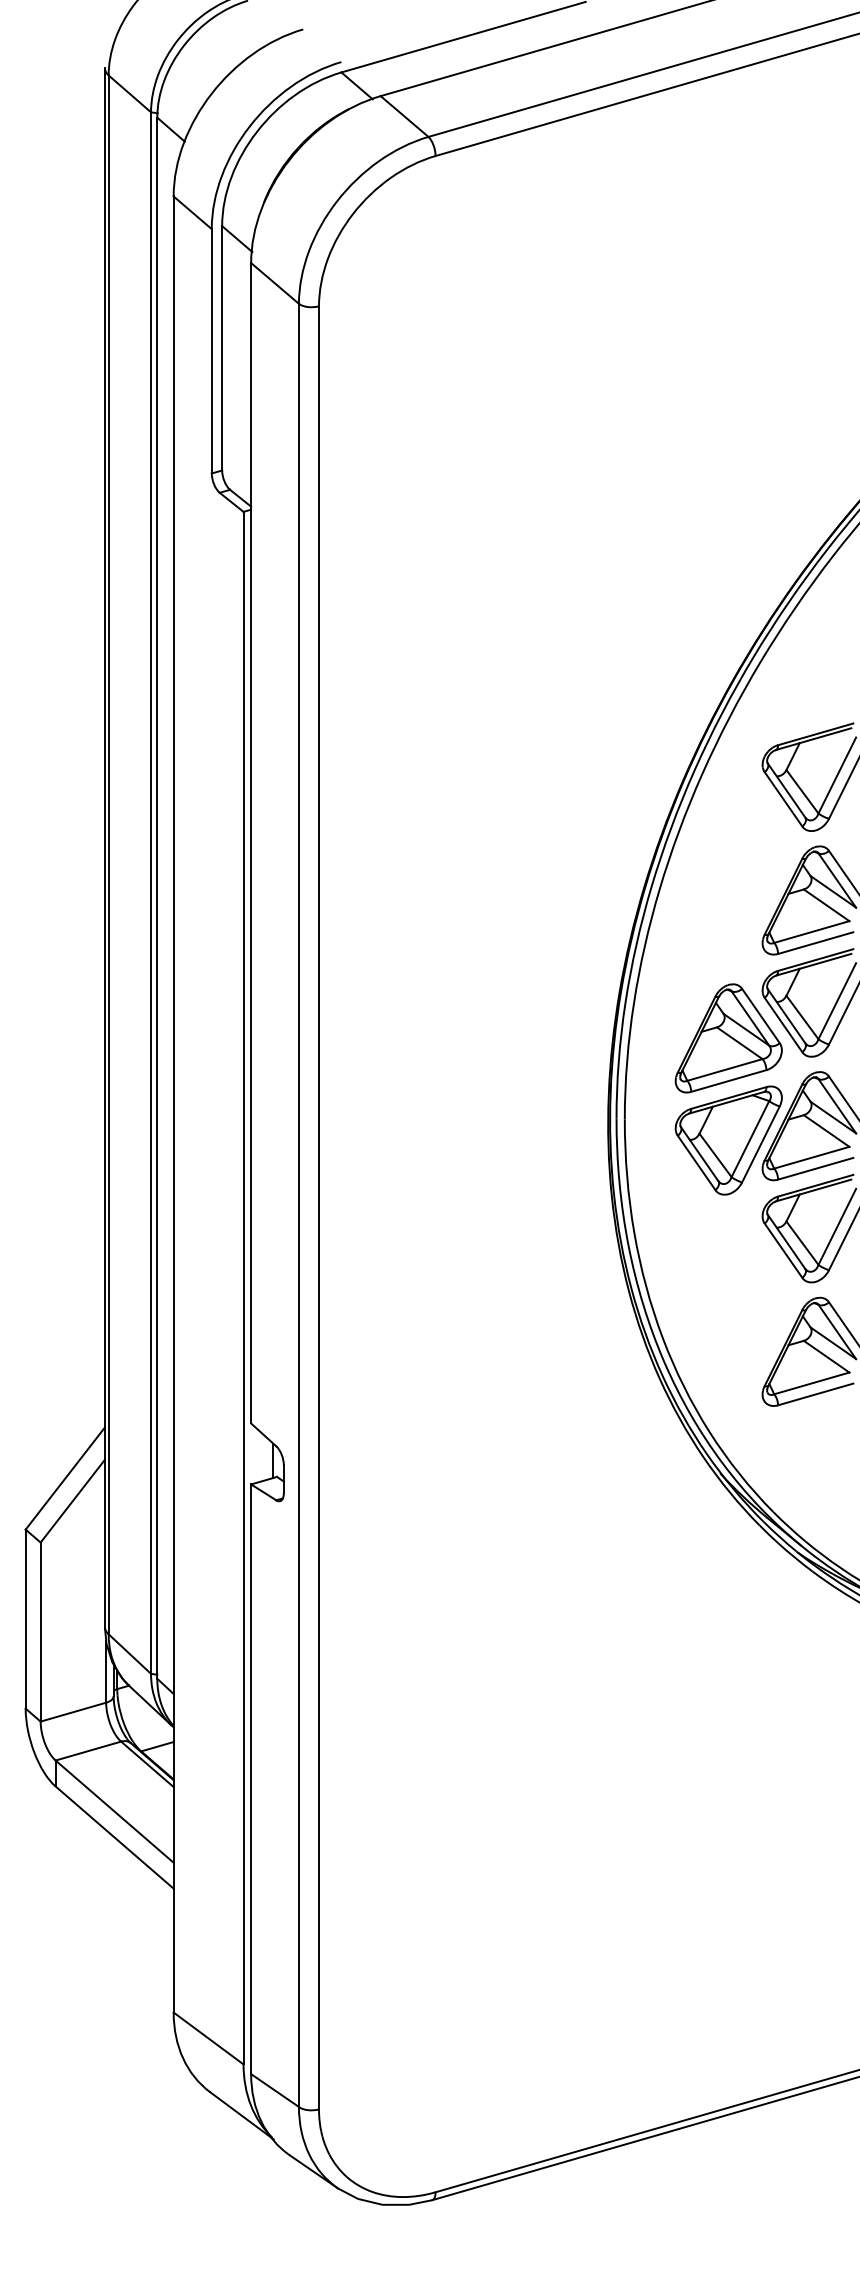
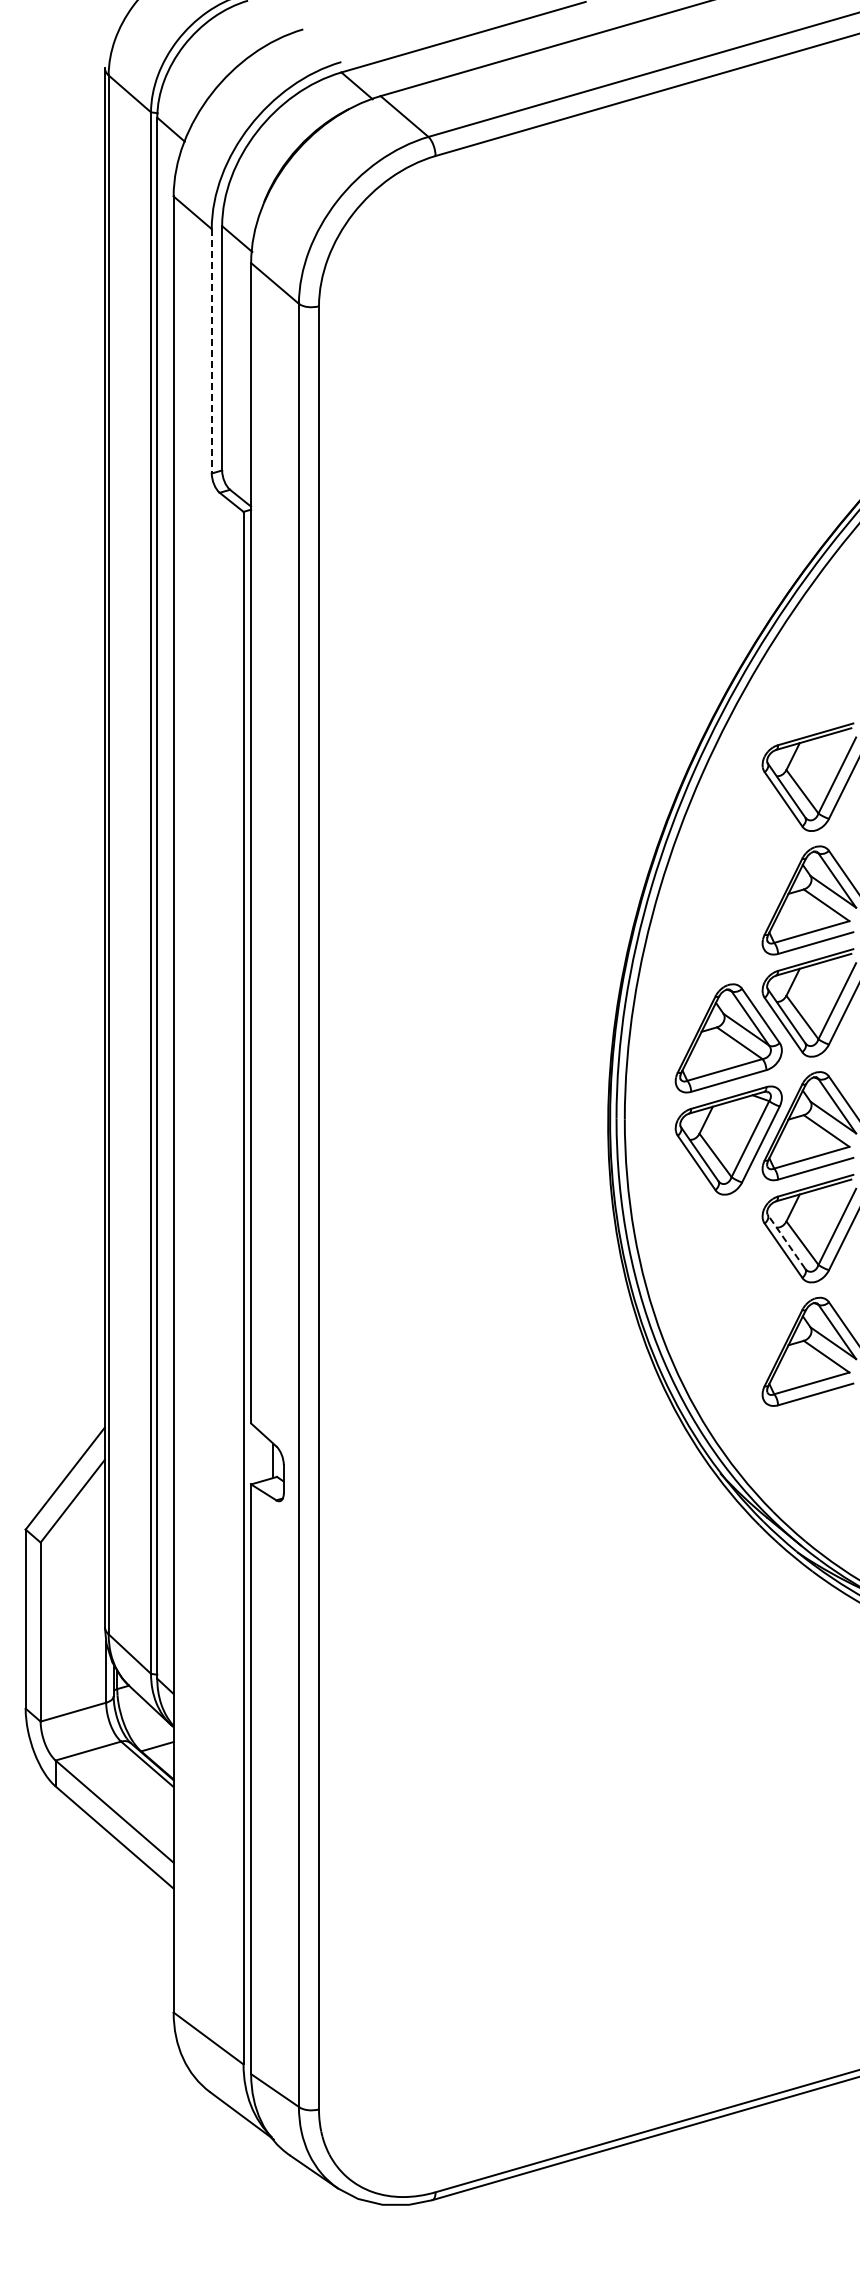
line at (211, 351): solid -> dashed
line at (786, 1241): solid -> dashed
